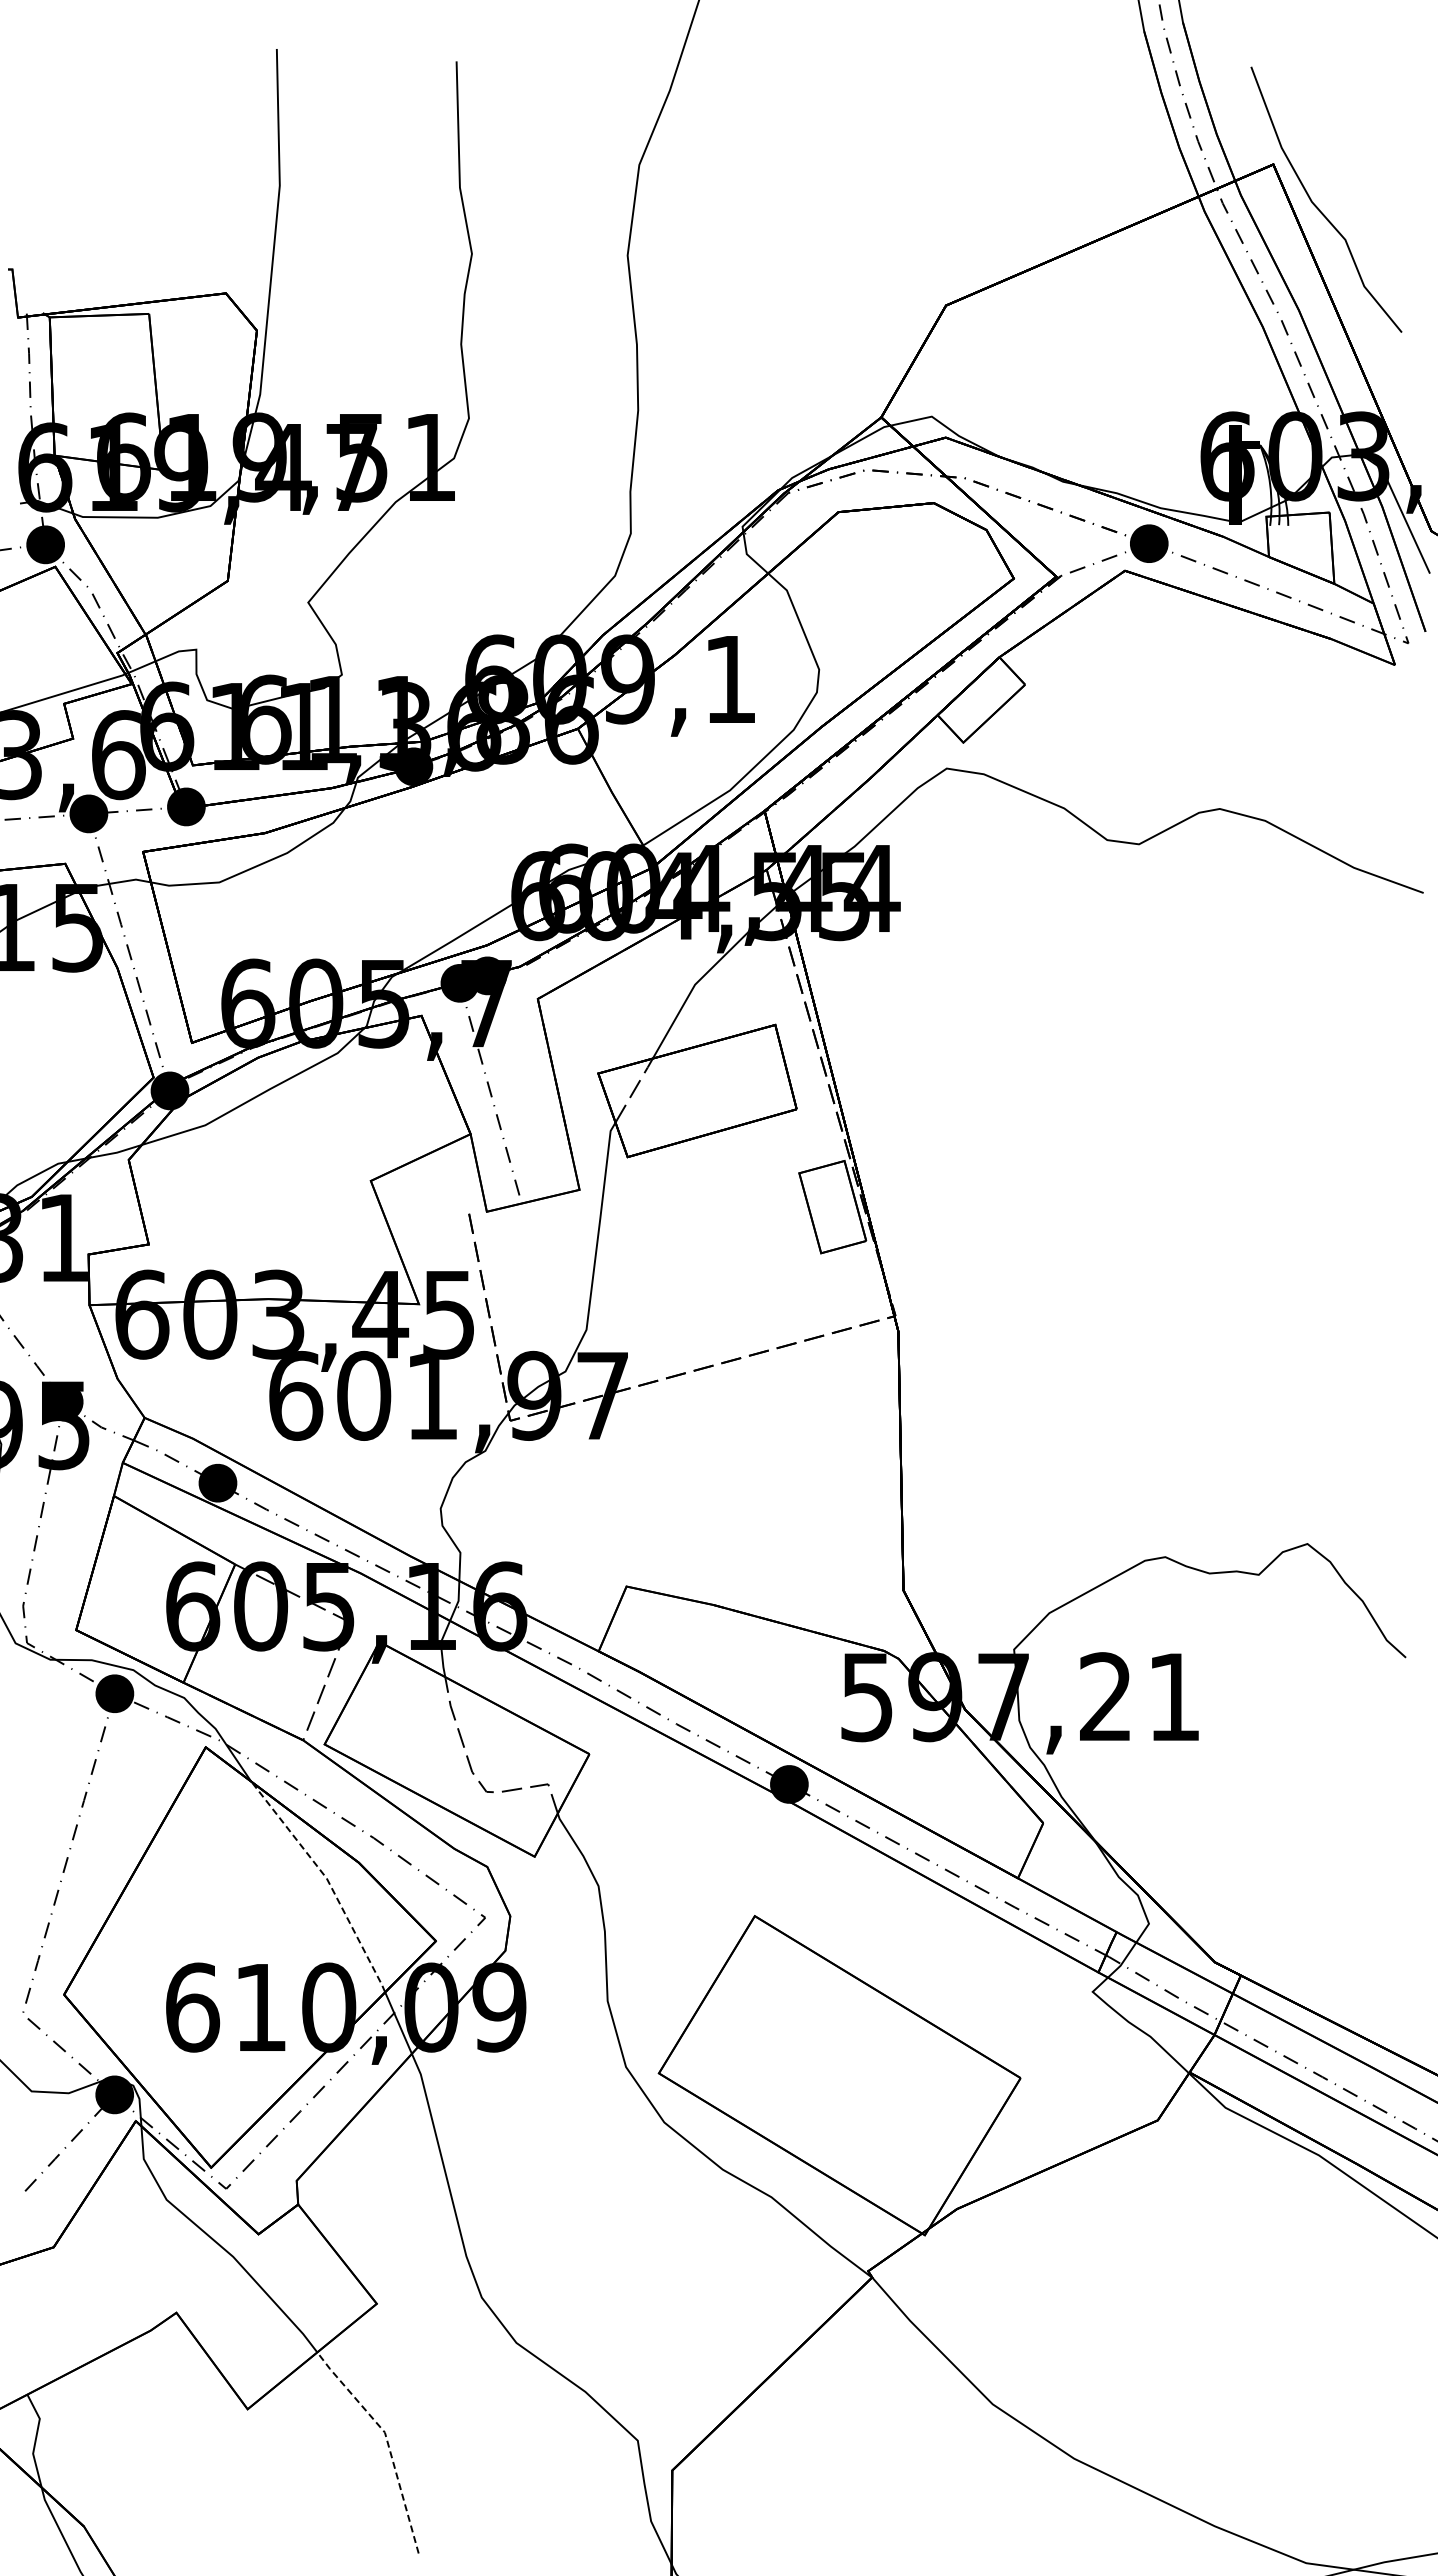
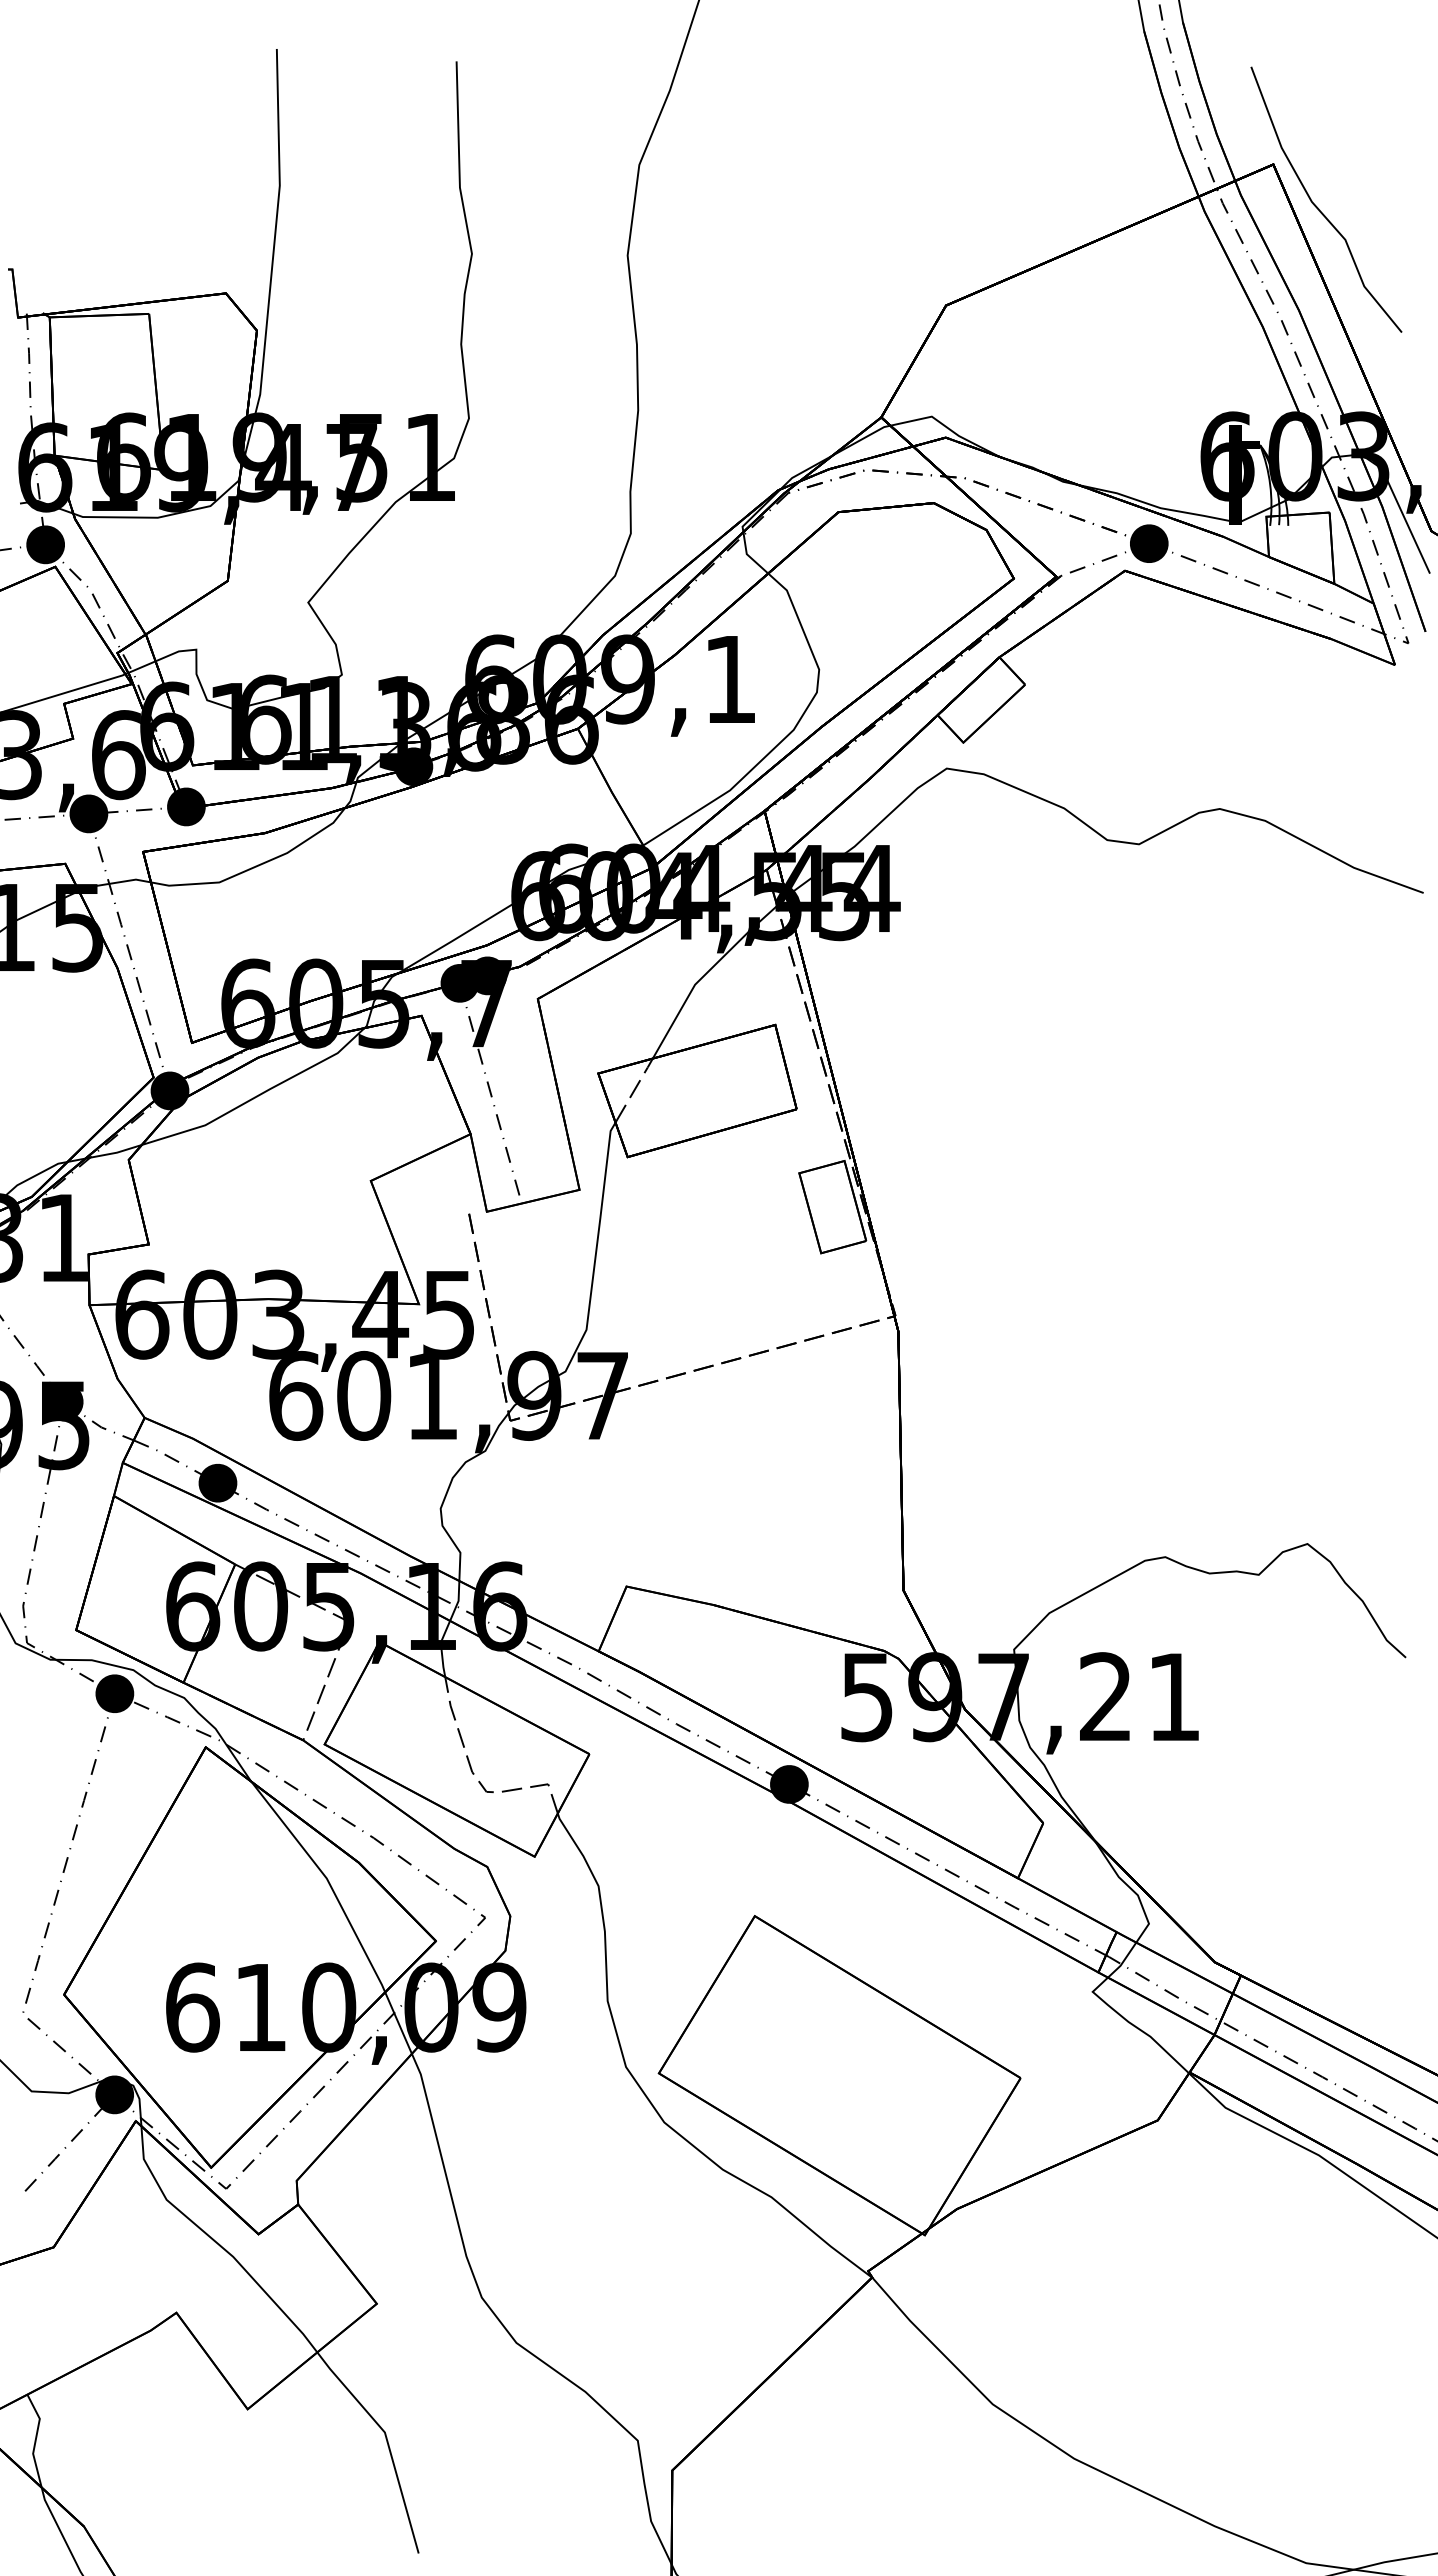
line at (328, 1881): dashed -> solid
line at (387, 2441): dashed -> solid
